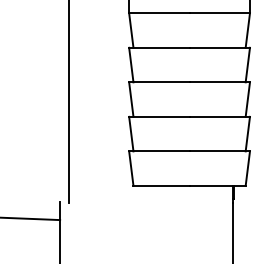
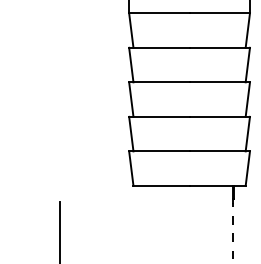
line at (68, 102): present -> none
line at (31, 218): present -> none
line at (232, 232): solid -> dashed
